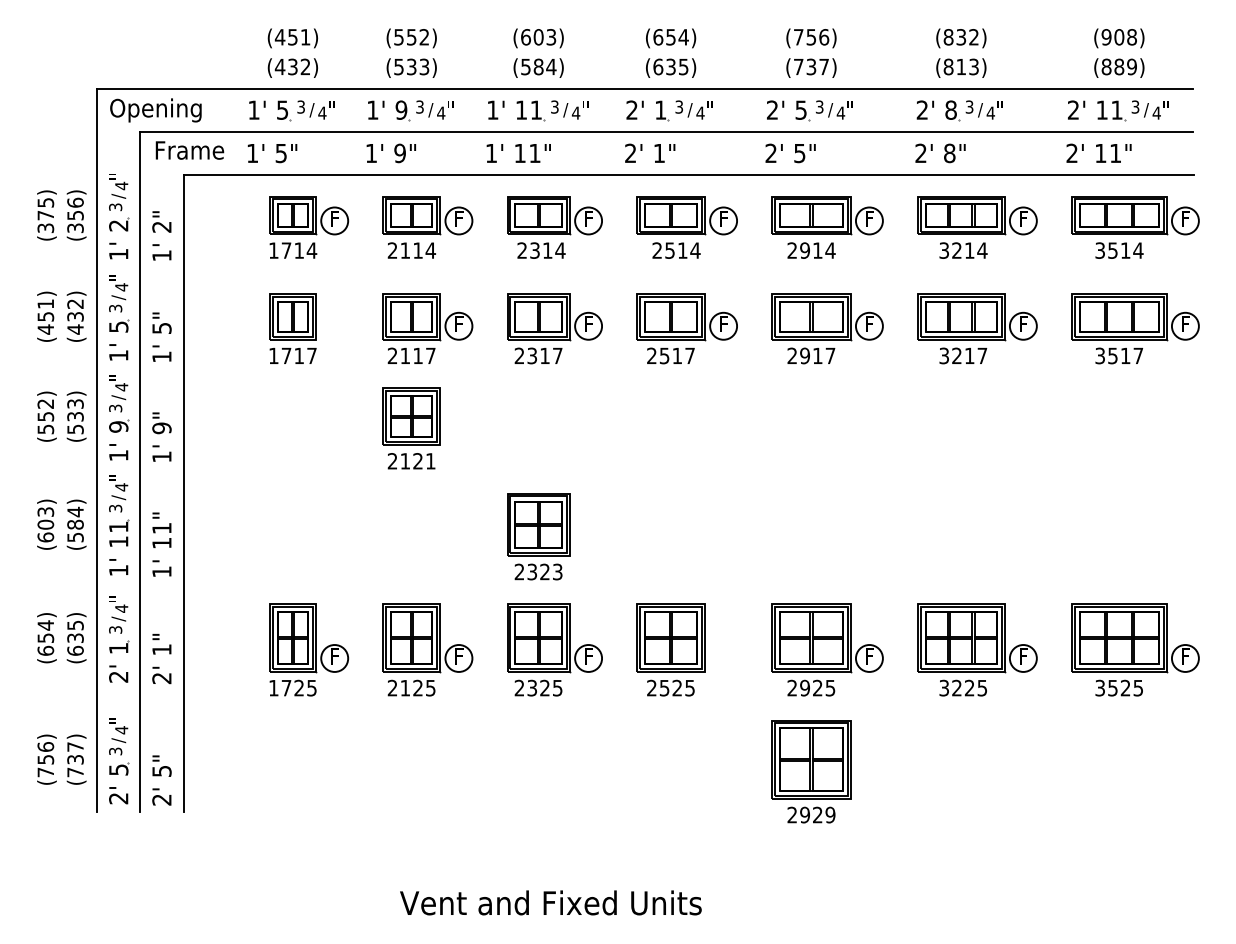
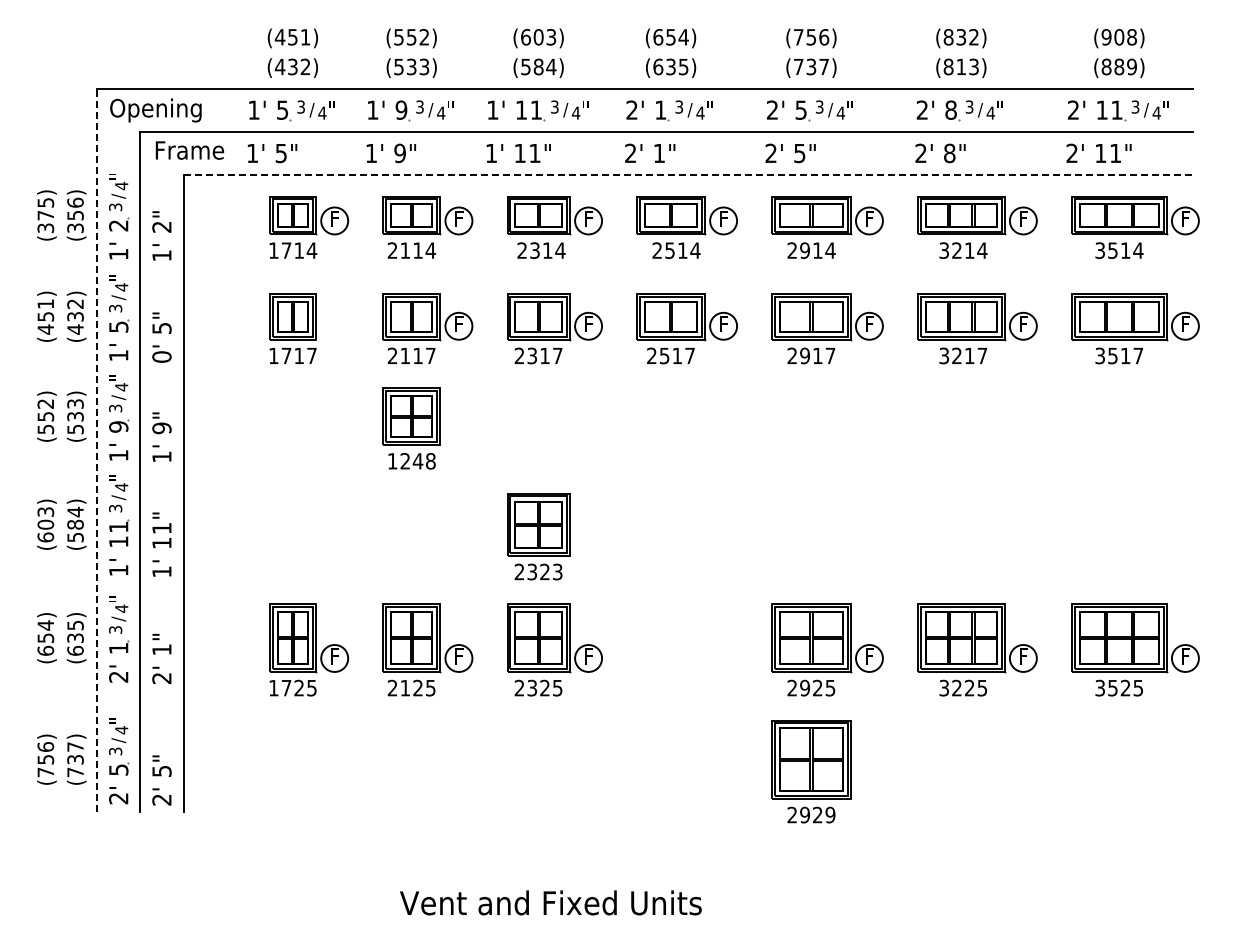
line at (689, 175): solid -> dashed
text at (161, 356): 1' -> 0'
line at (97, 450): solid -> dashed
text at (411, 461): 2121 -> 1248
part at (670, 649): present -> none
